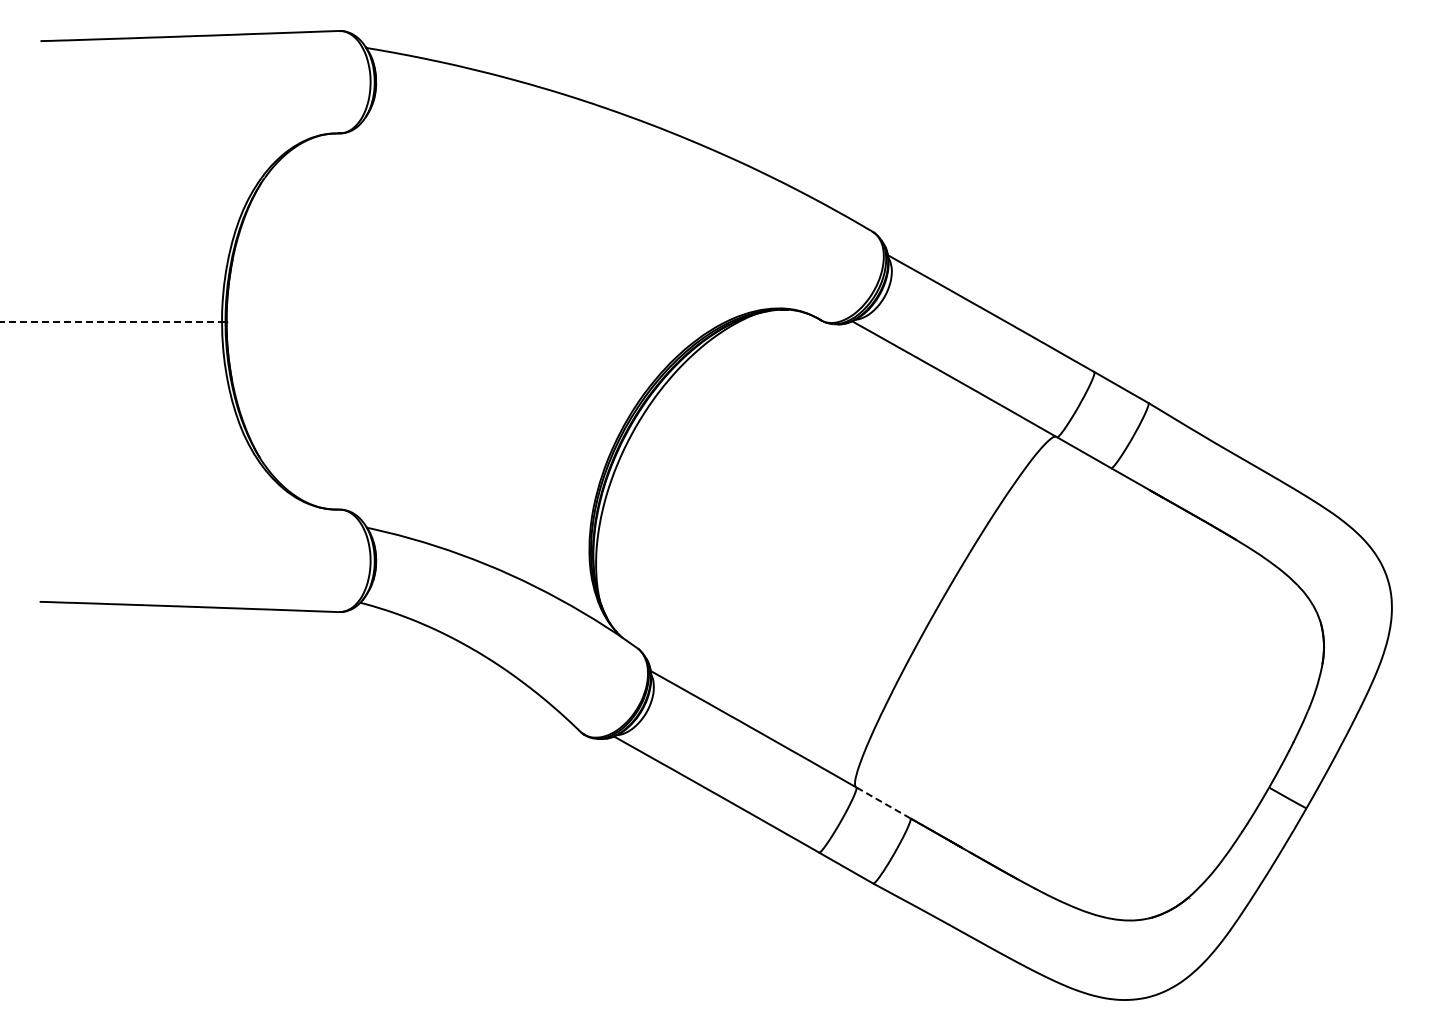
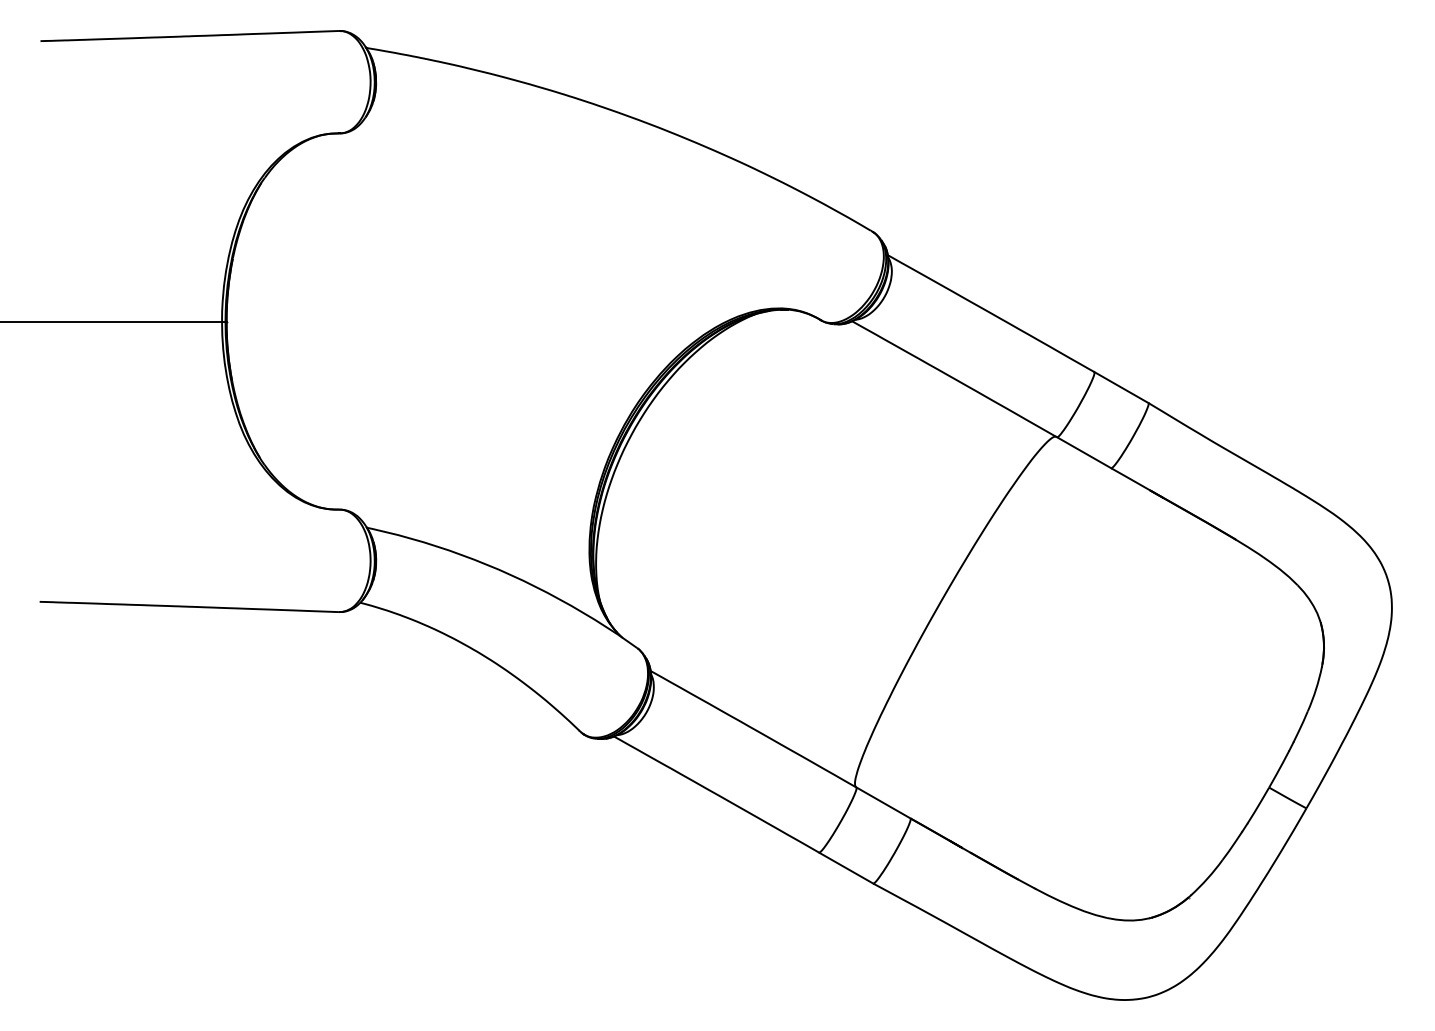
line at (111, 321): dashed -> solid
line at (883, 802): dashed -> solid
